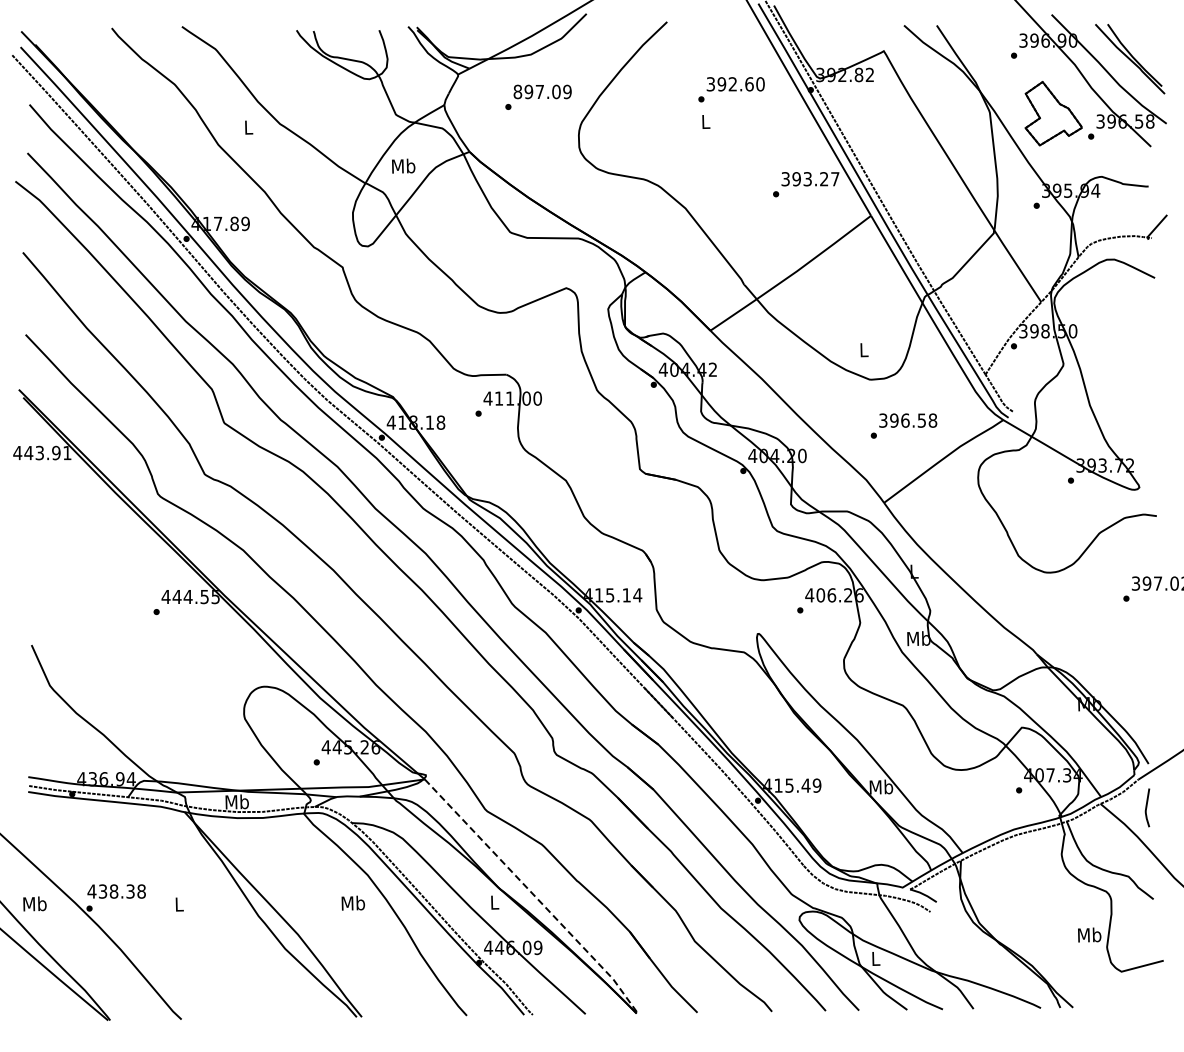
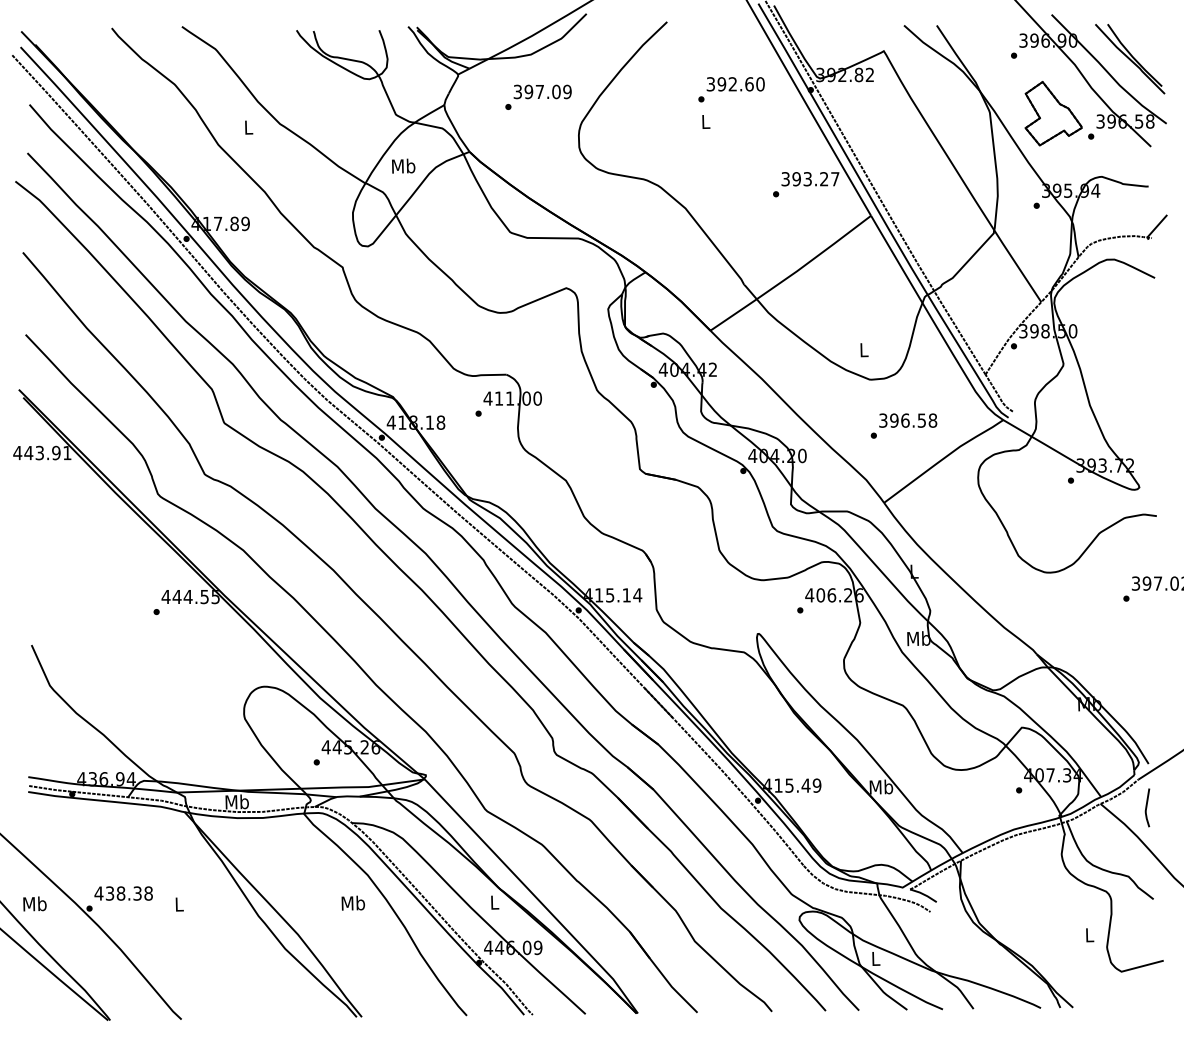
text at (517, 91): 897.09 -> 397.09
text at (116, 891) position: (116, 891) -> (123, 893)
line at (534, 895): dashed -> solid
text at (1089, 934): Mb -> L
